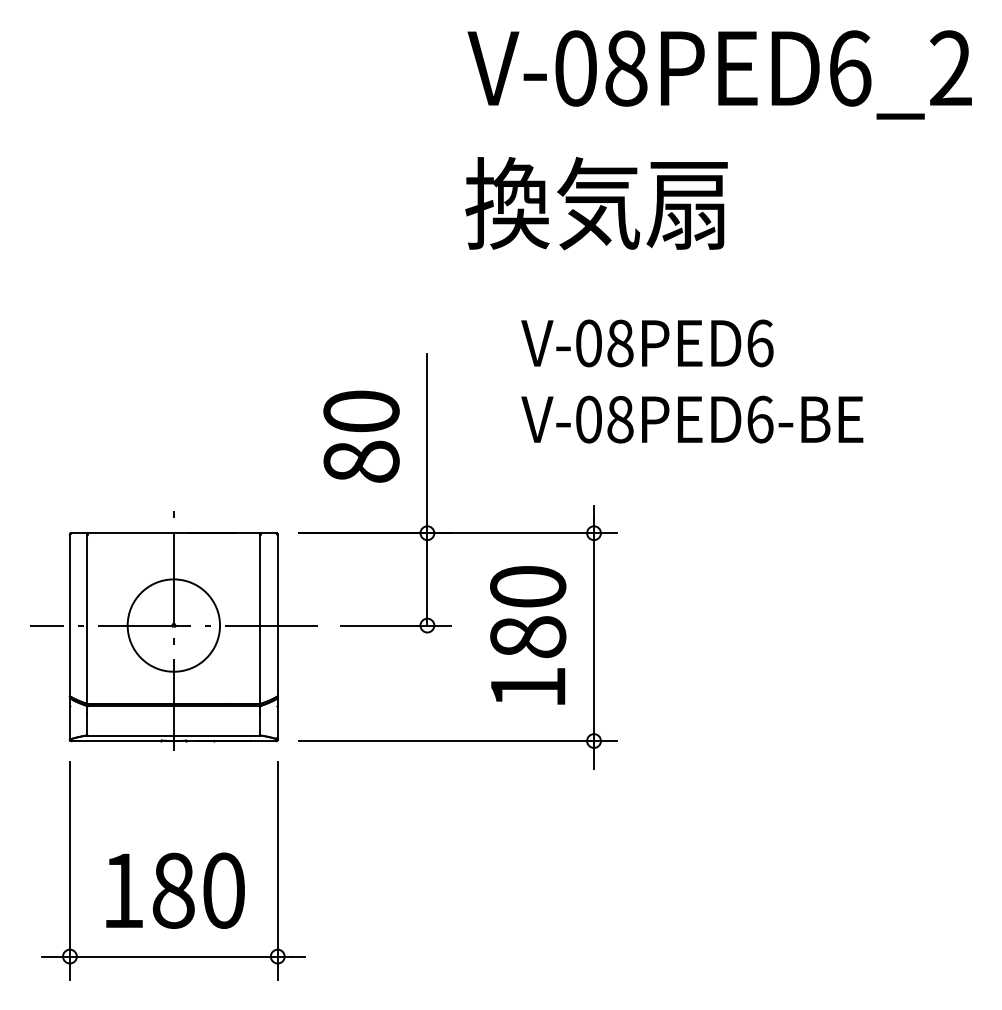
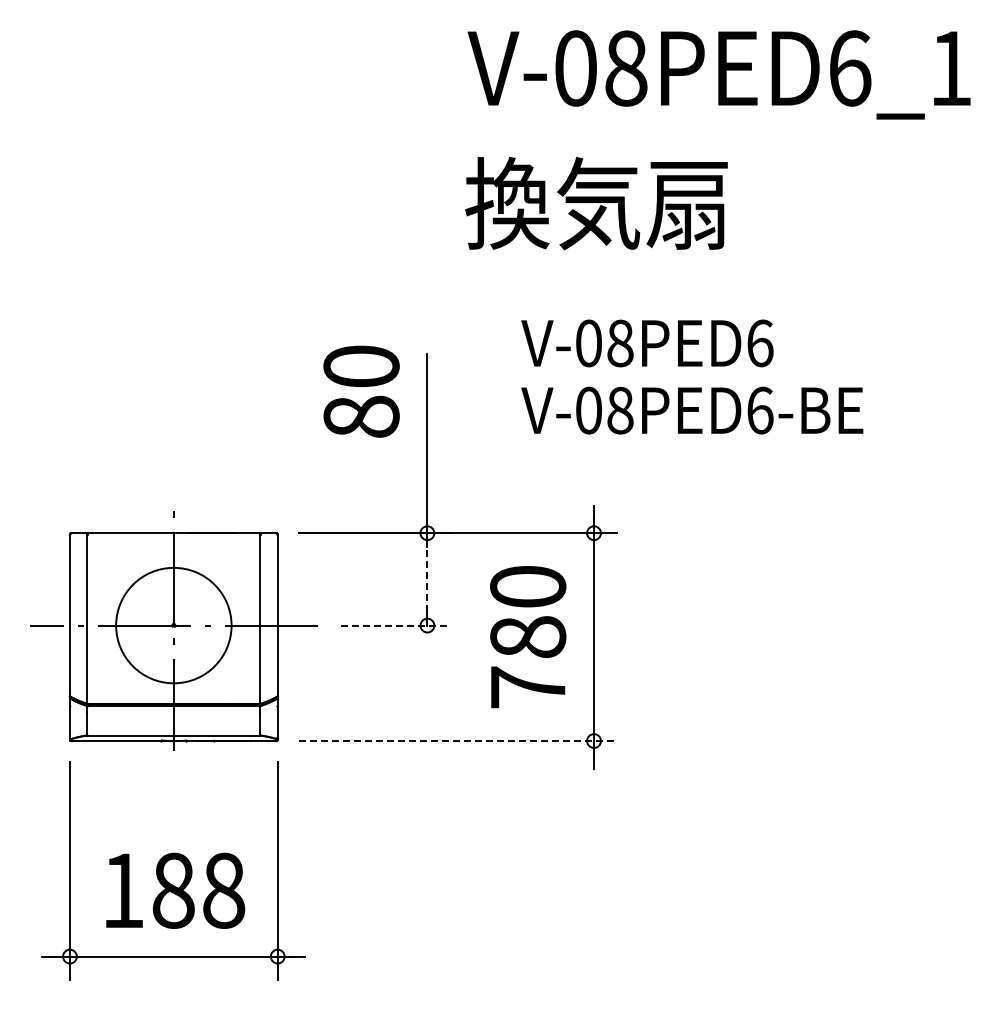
text at (950, 67): V-08PED6_2 -> V-08PED6_1
text at (692, 419) position: (692, 419) -> (692, 410)
text at (361, 436) position: (361, 436) -> (361, 391)
line at (427, 578): solid -> dashed
circle at (173, 625) diameter: 92 px -> 115 px
line at (395, 625): solid -> dashed
text at (528, 687): 180 -> 780
line at (458, 741): solid -> dashed
text at (224, 890): 180 -> 188
